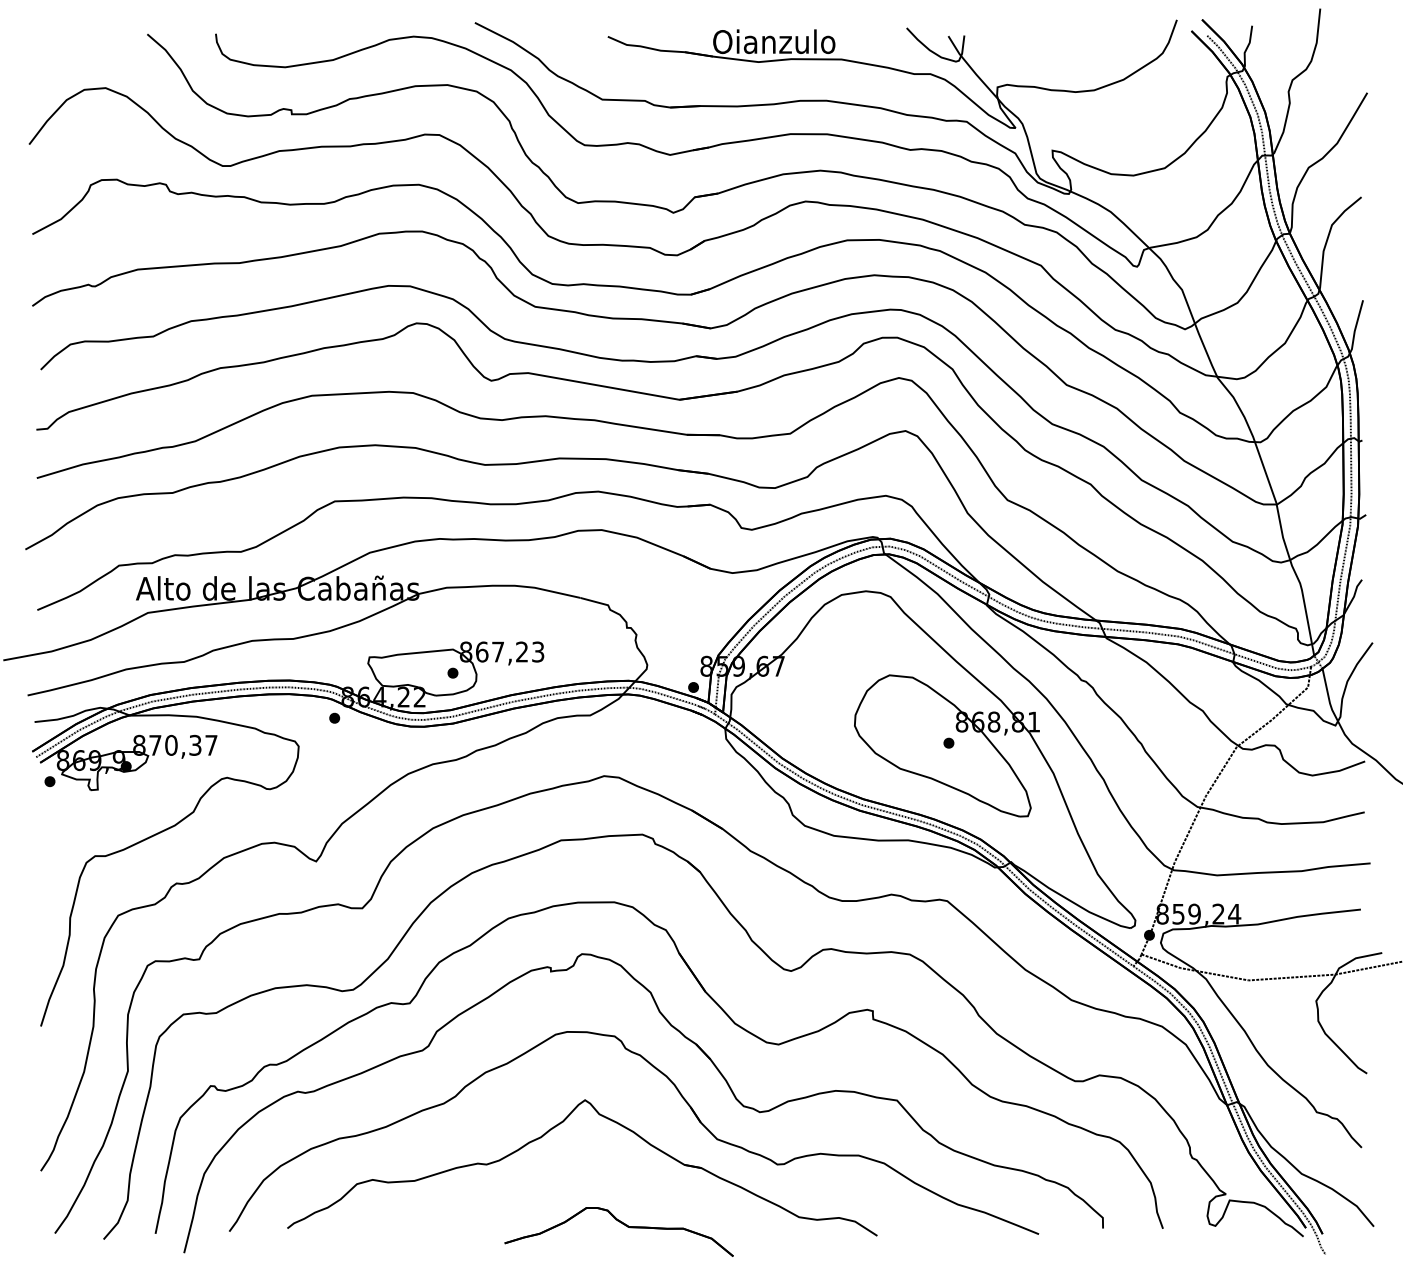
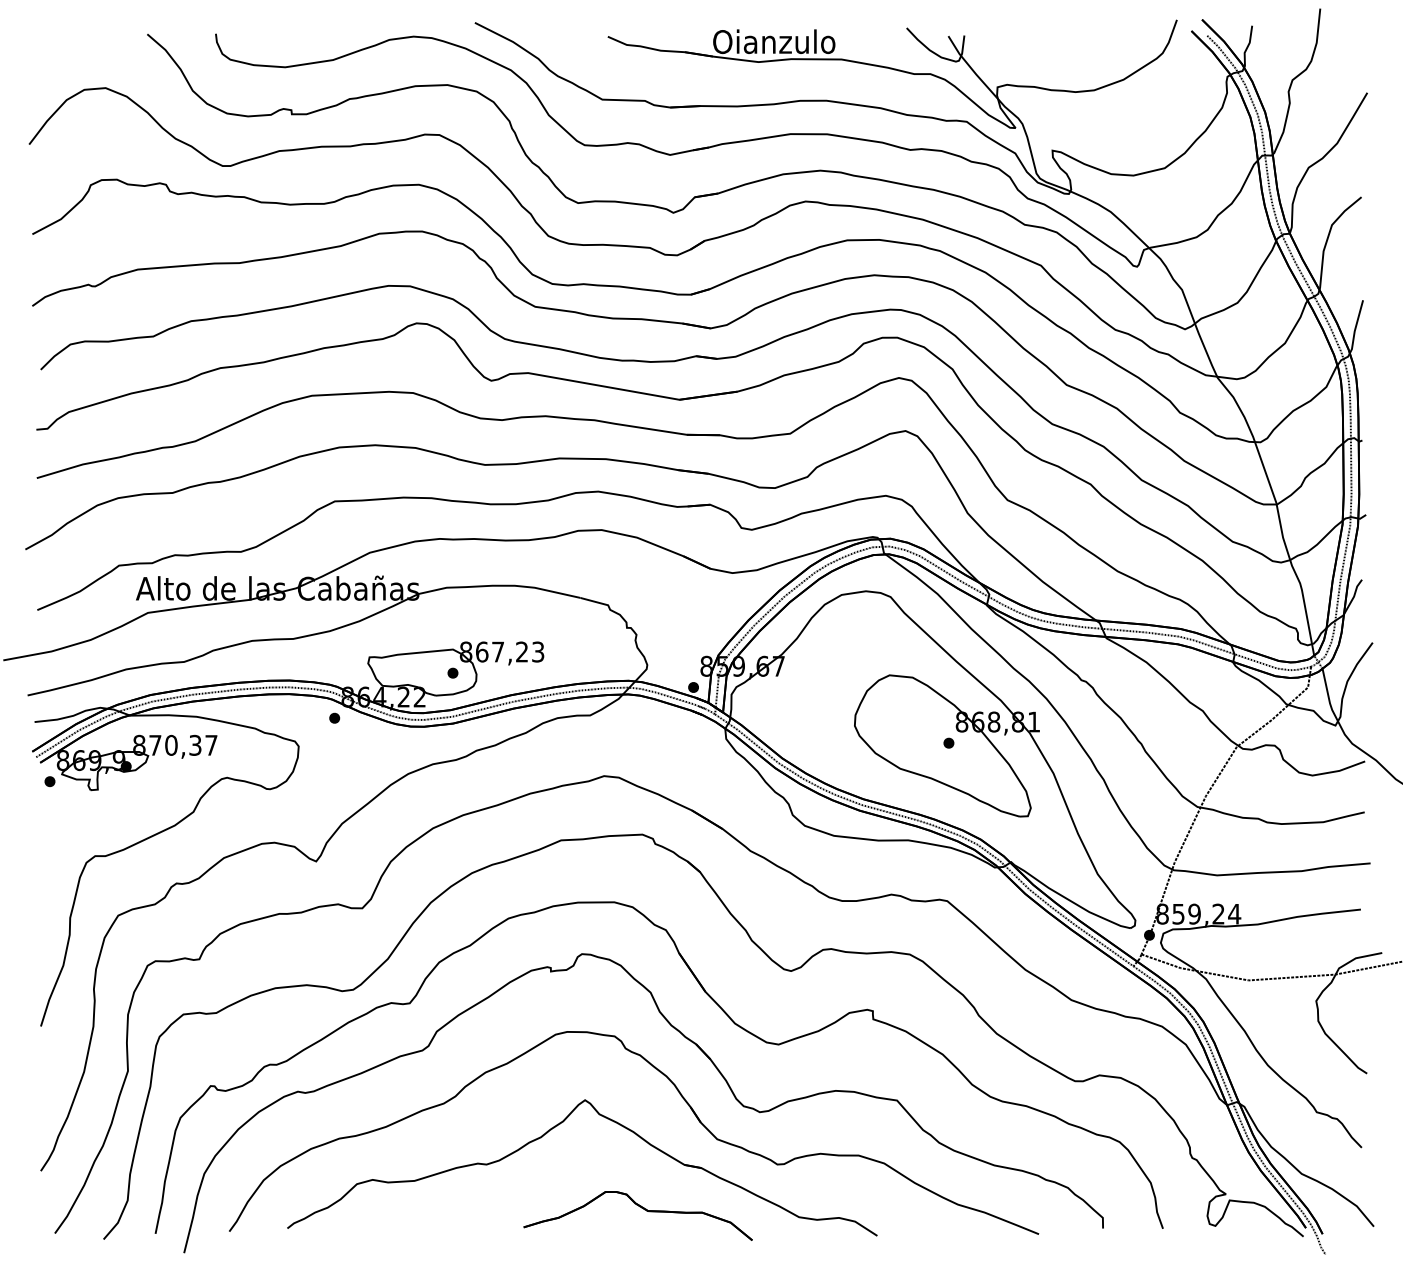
part at (622, 1224) position: (622, 1224) -> (641, 1208)
